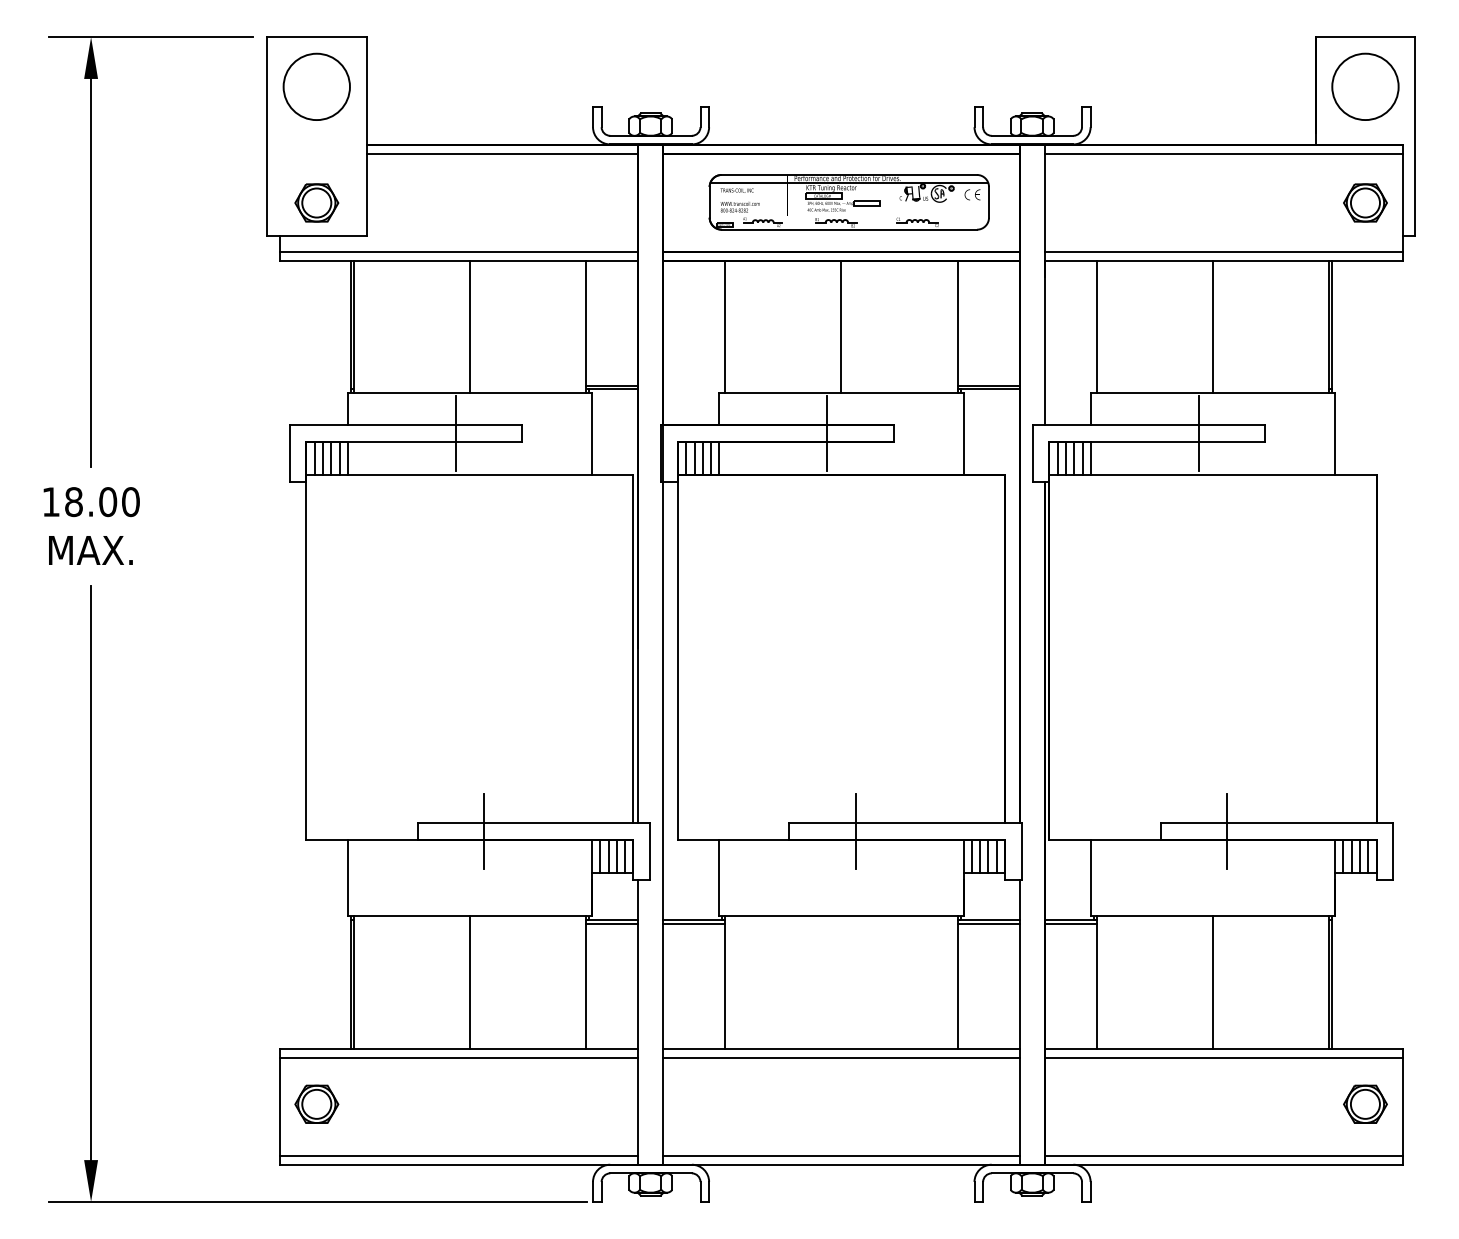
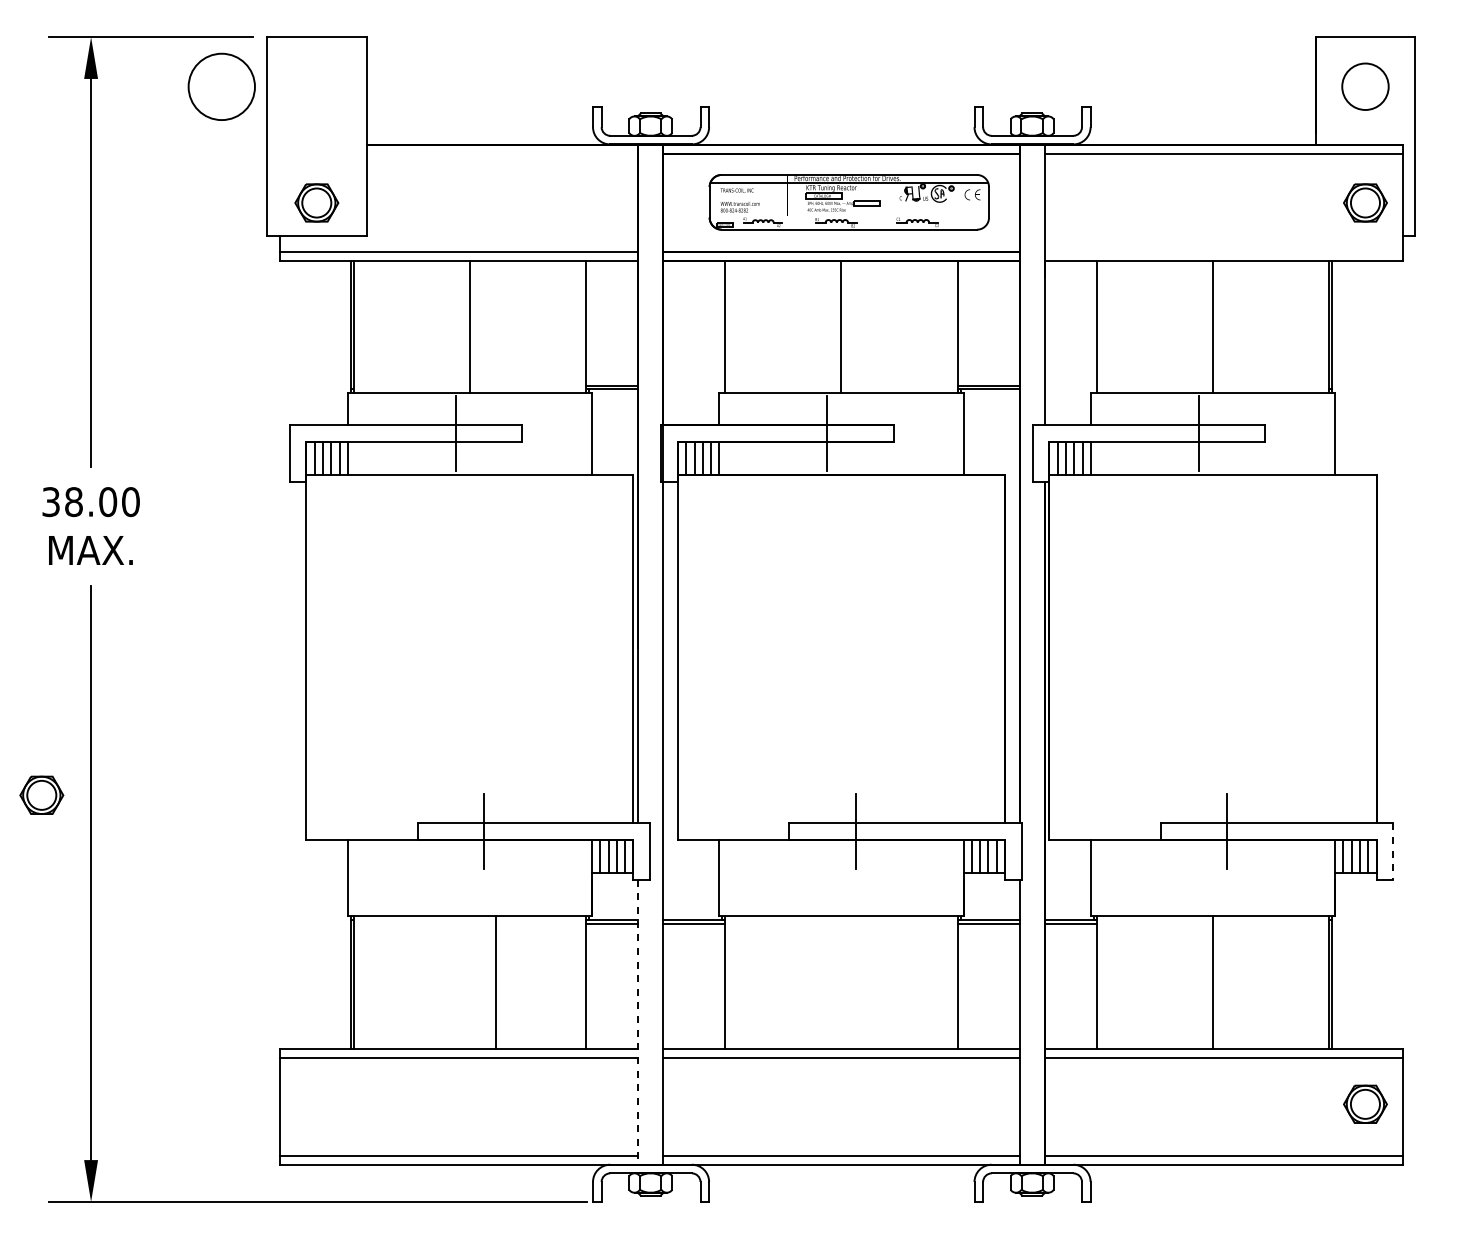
circle at (316, 86) position: (316, 86) -> (221, 86)
circle at (1365, 86) size: 69x69 px -> 49x49 px
line at (502, 153): present -> none
line at (1223, 252): present -> none
text at (50, 502): 18.00 -> 38.00
line at (1393, 852): solid -> dashed
line at (469, 982) position: (469, 982) -> (495, 982)
line at (638, 1022): solid -> dashed
part at (316, 1103) position: (316, 1103) -> (41, 794)
